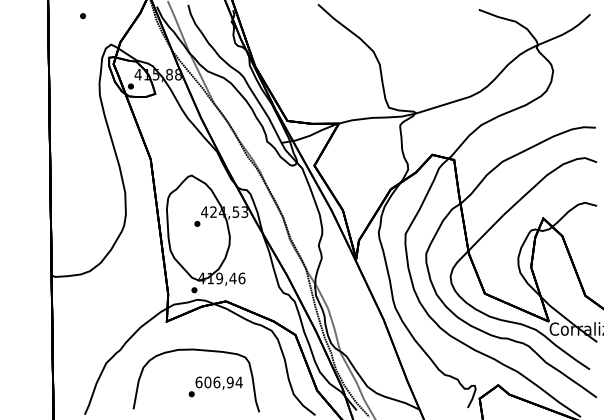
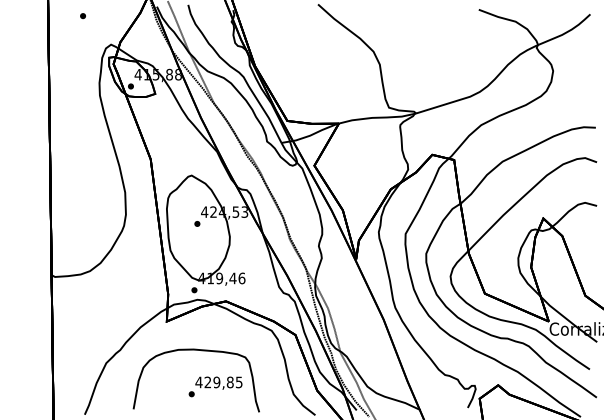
text at (218, 382): 606,94 -> 429,85
